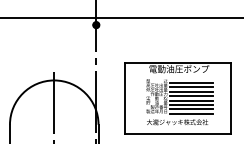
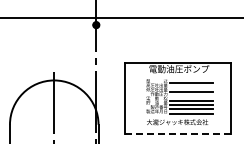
line at (191, 87): present -> none
line at (191, 96): present -> none
line at (178, 133): solid -> dashed
